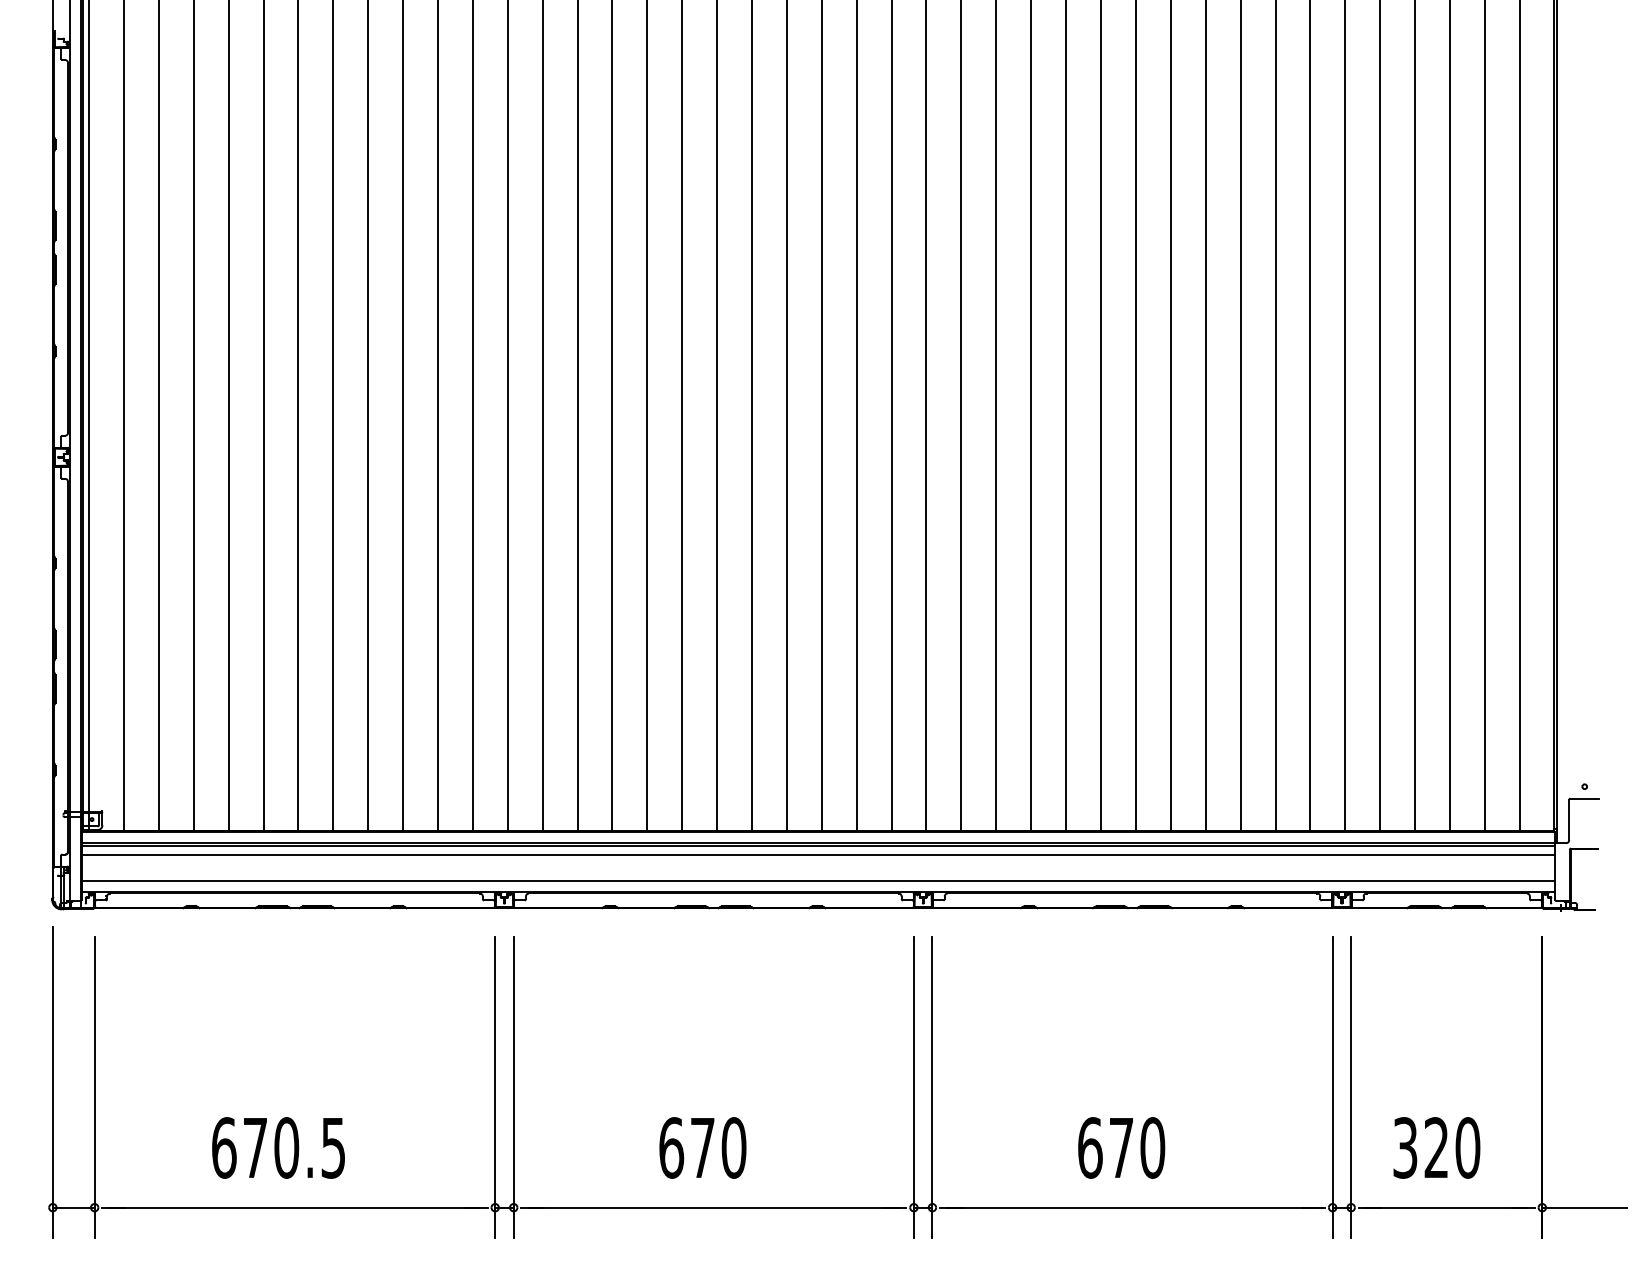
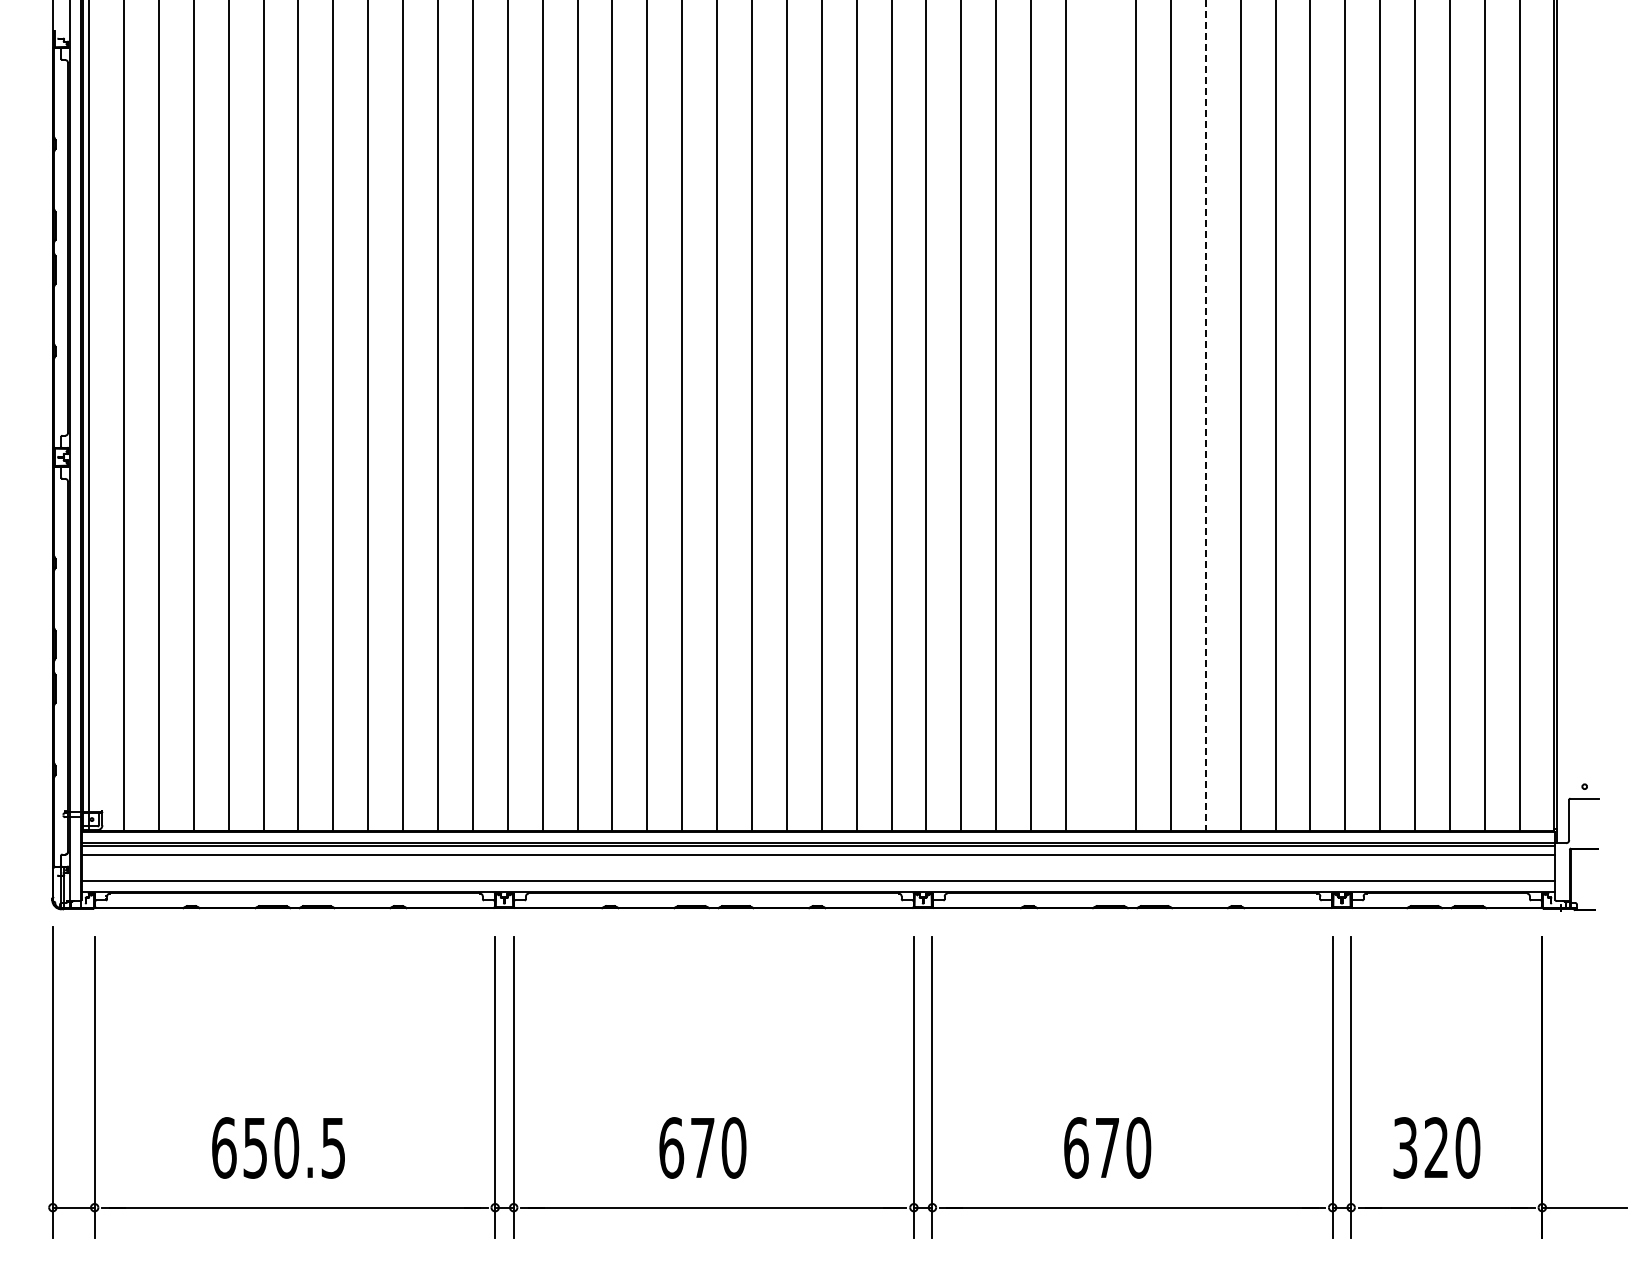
line at (1101, 416): present -> none
line at (1205, 416): solid -> dashed
text at (1121, 1147) position: (1121, 1147) -> (1107, 1147)
text at (254, 1148): 670.5 -> 650.5
